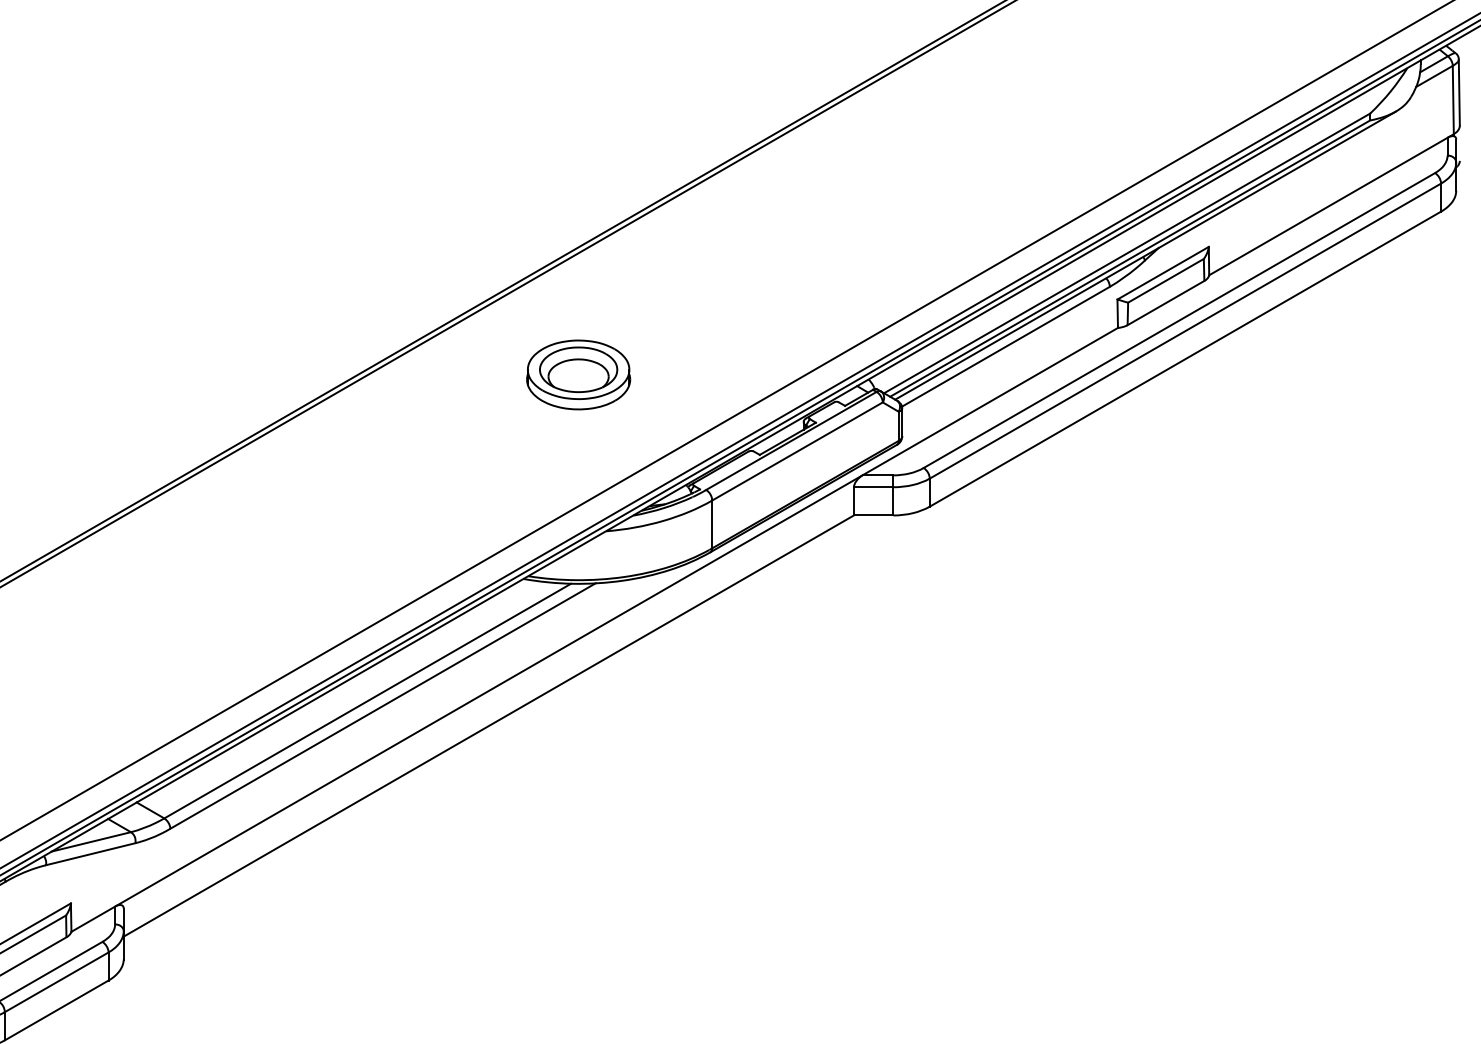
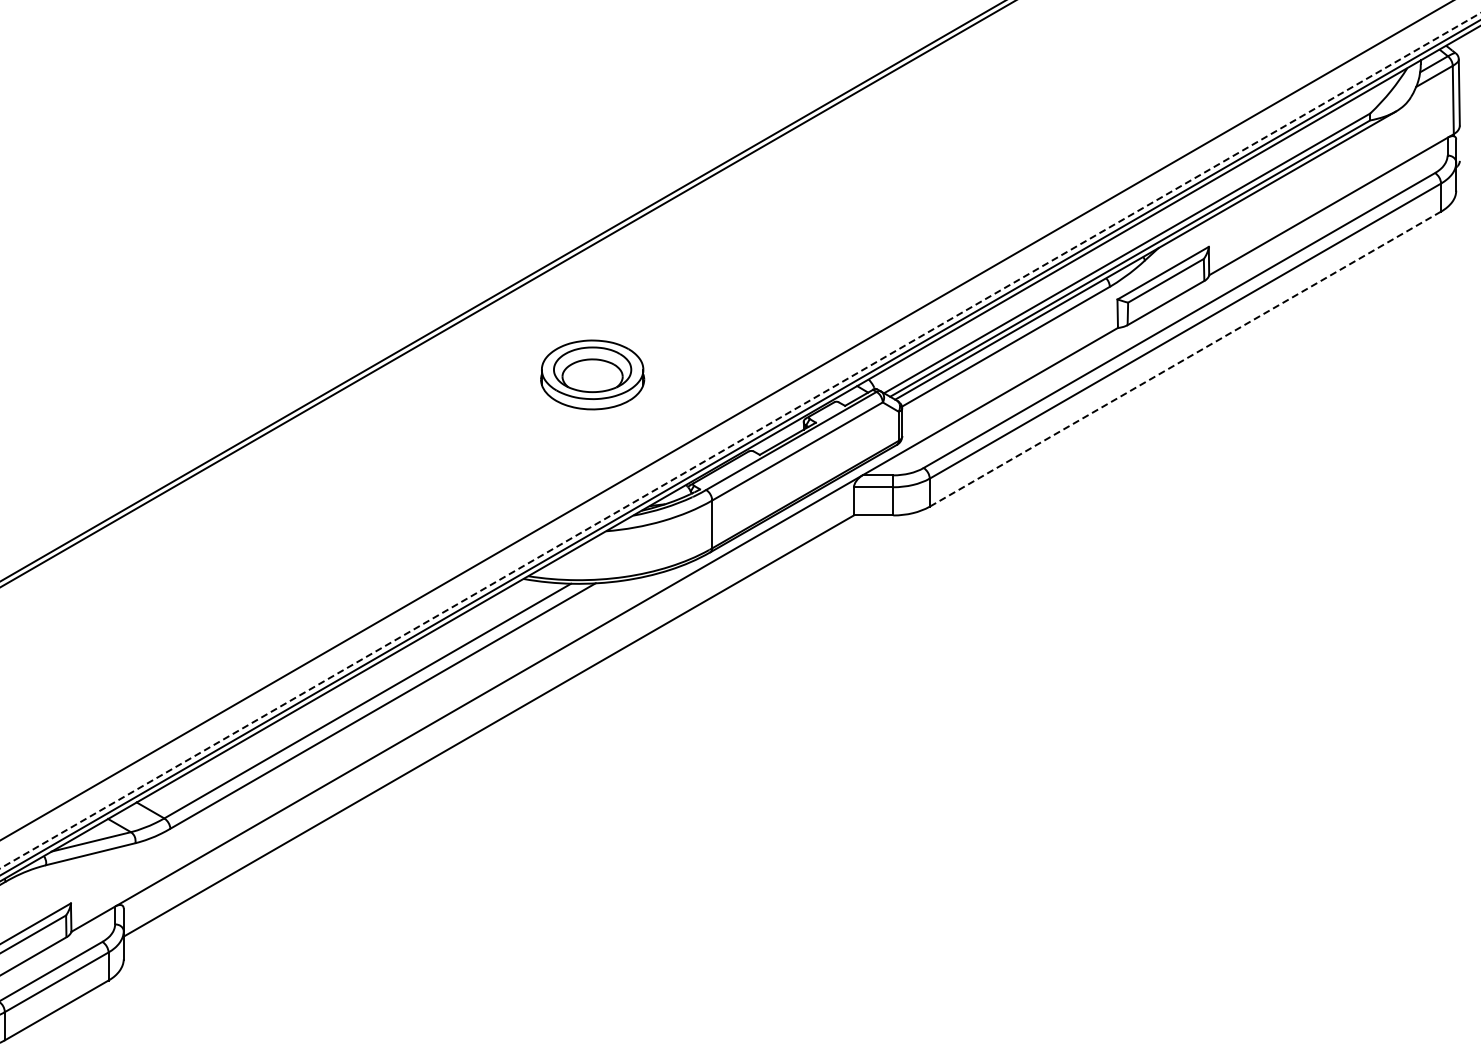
line at (1185, 359): solid -> dashed
part at (578, 374) position: (578, 374) -> (592, 374)
line at (740, 440): solid -> dashed
